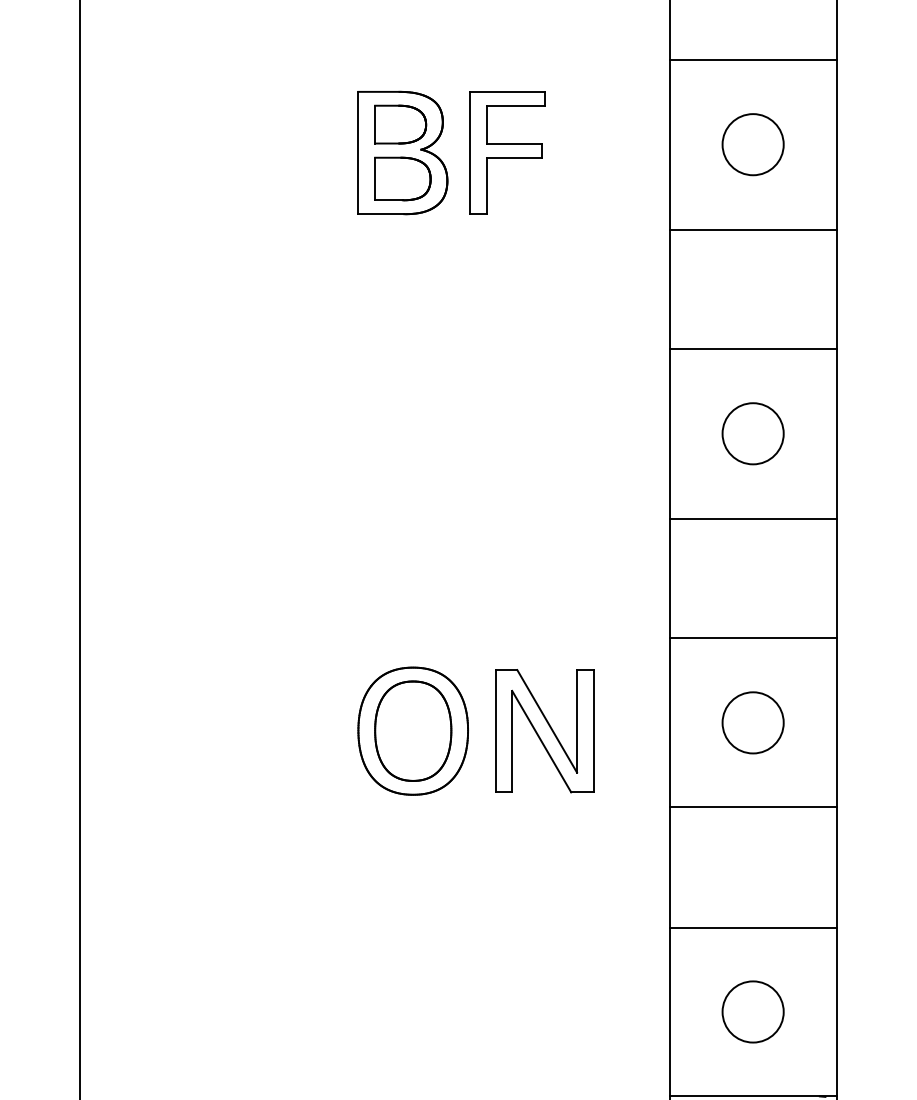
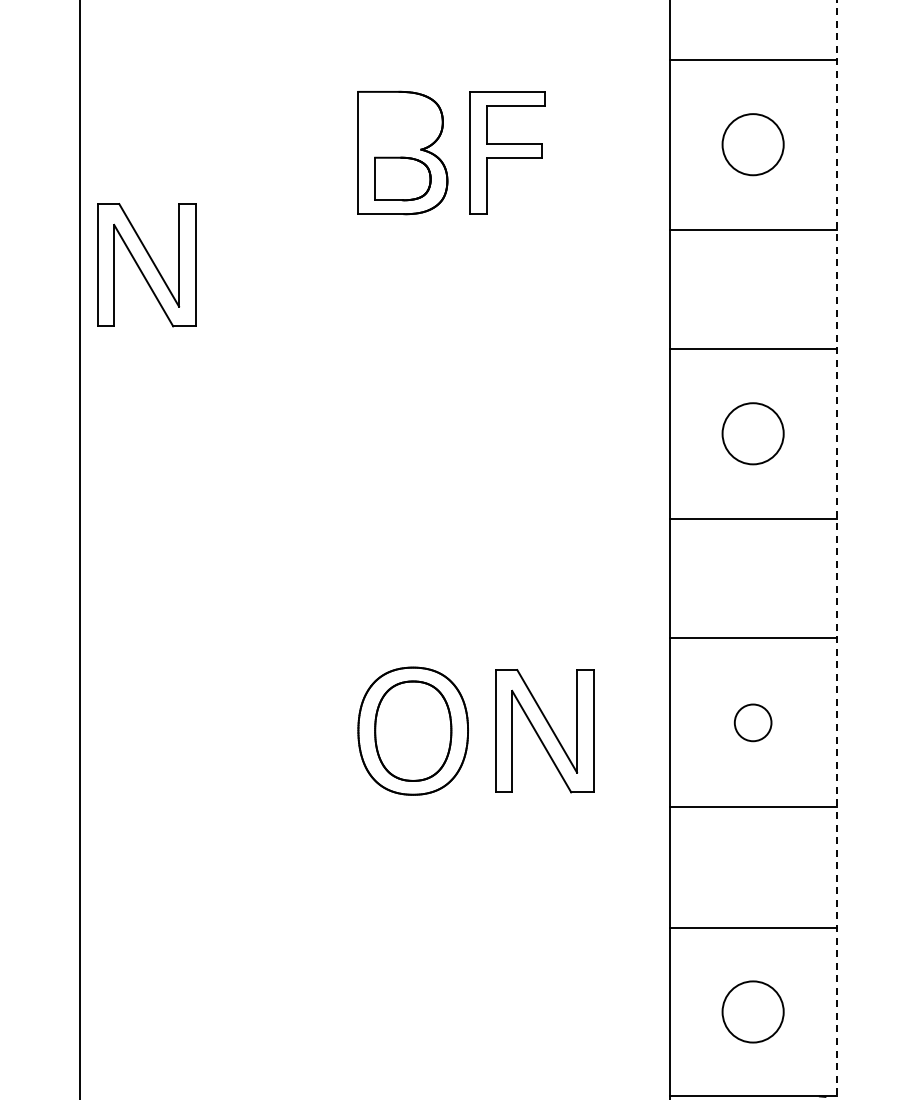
part at (400, 124): present -> none
part at (146, 265): none -> present
line at (836, 550): solid -> dashed
circle at (752, 722) diameter: 61 px -> 37 px
